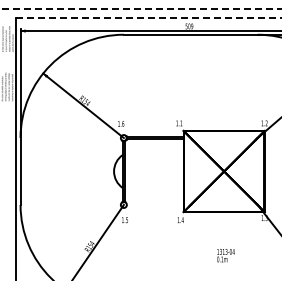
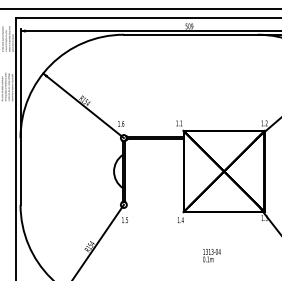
line at (140, 8): dashed -> solid
line at (149, 17): dashed -> solid
text at (225, 255) position: (225, 255) -> (211, 255)
